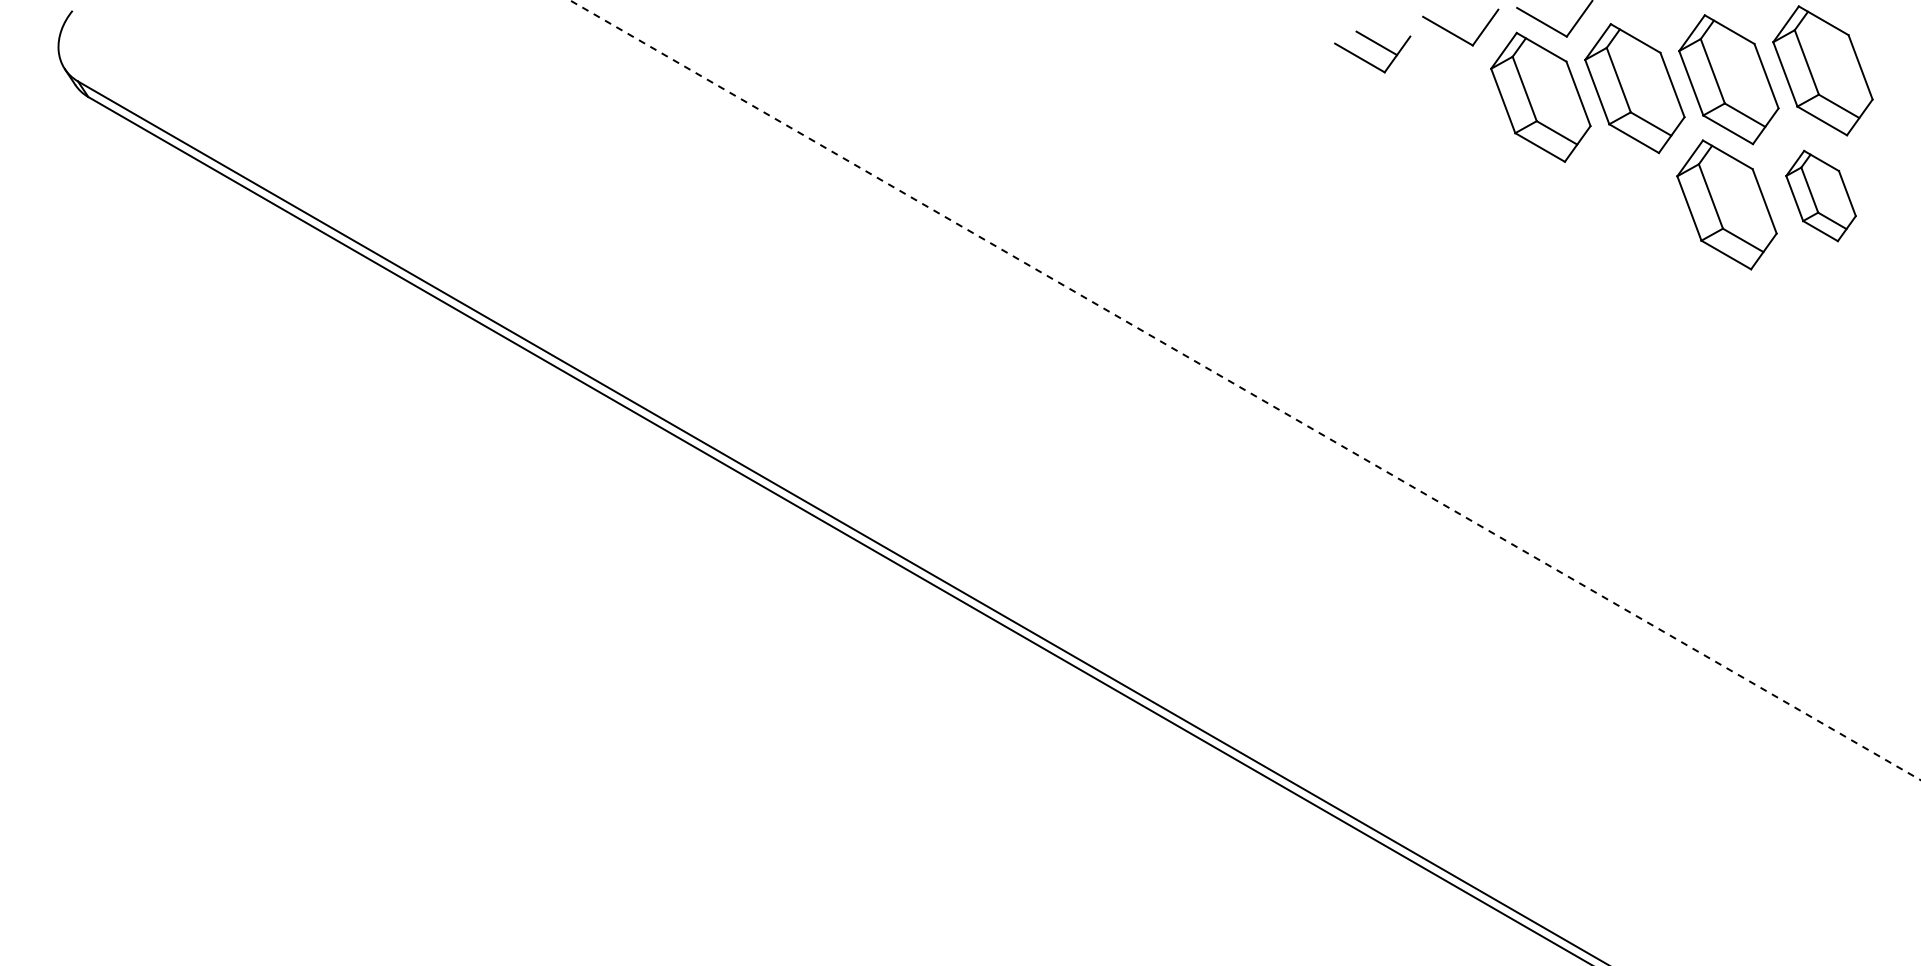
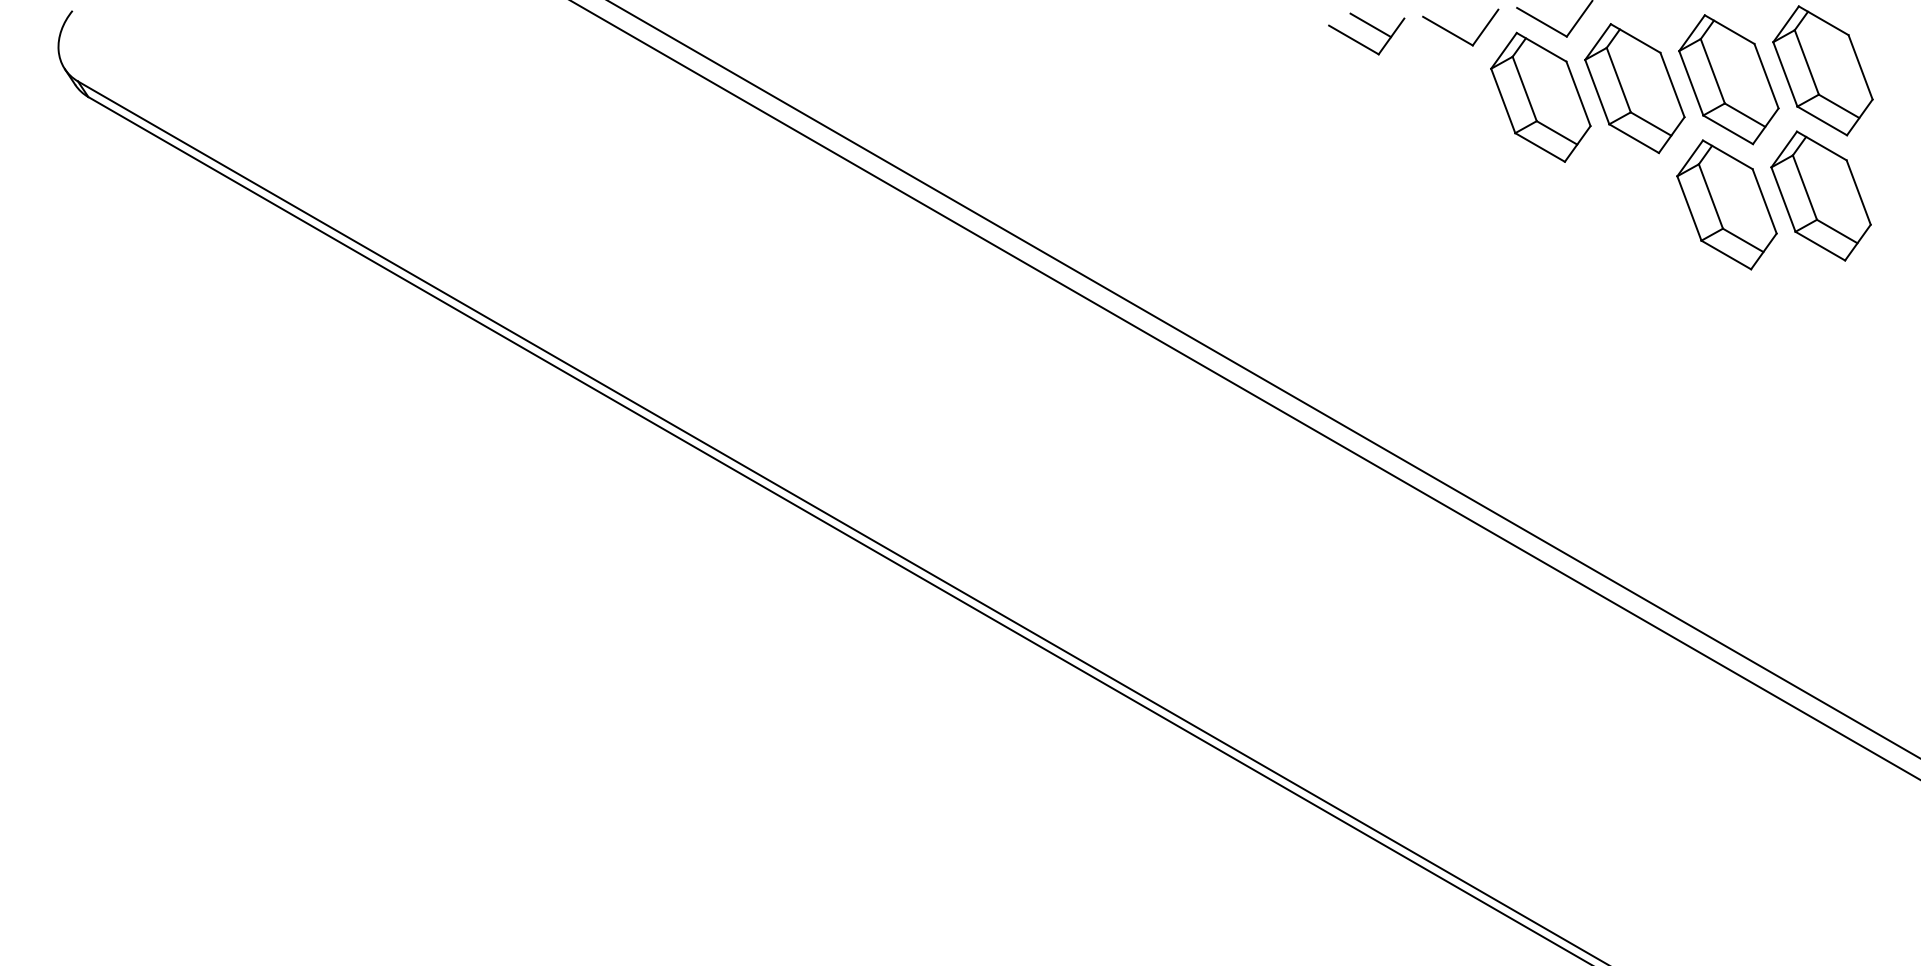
part at (1376, 44) position: (1376, 44) -> (1370, 26)
part at (1820, 195) size: 72x94 px -> 102x132 px
line at (1263, 379): none -> present
line at (1245, 390): dashed -> solid
